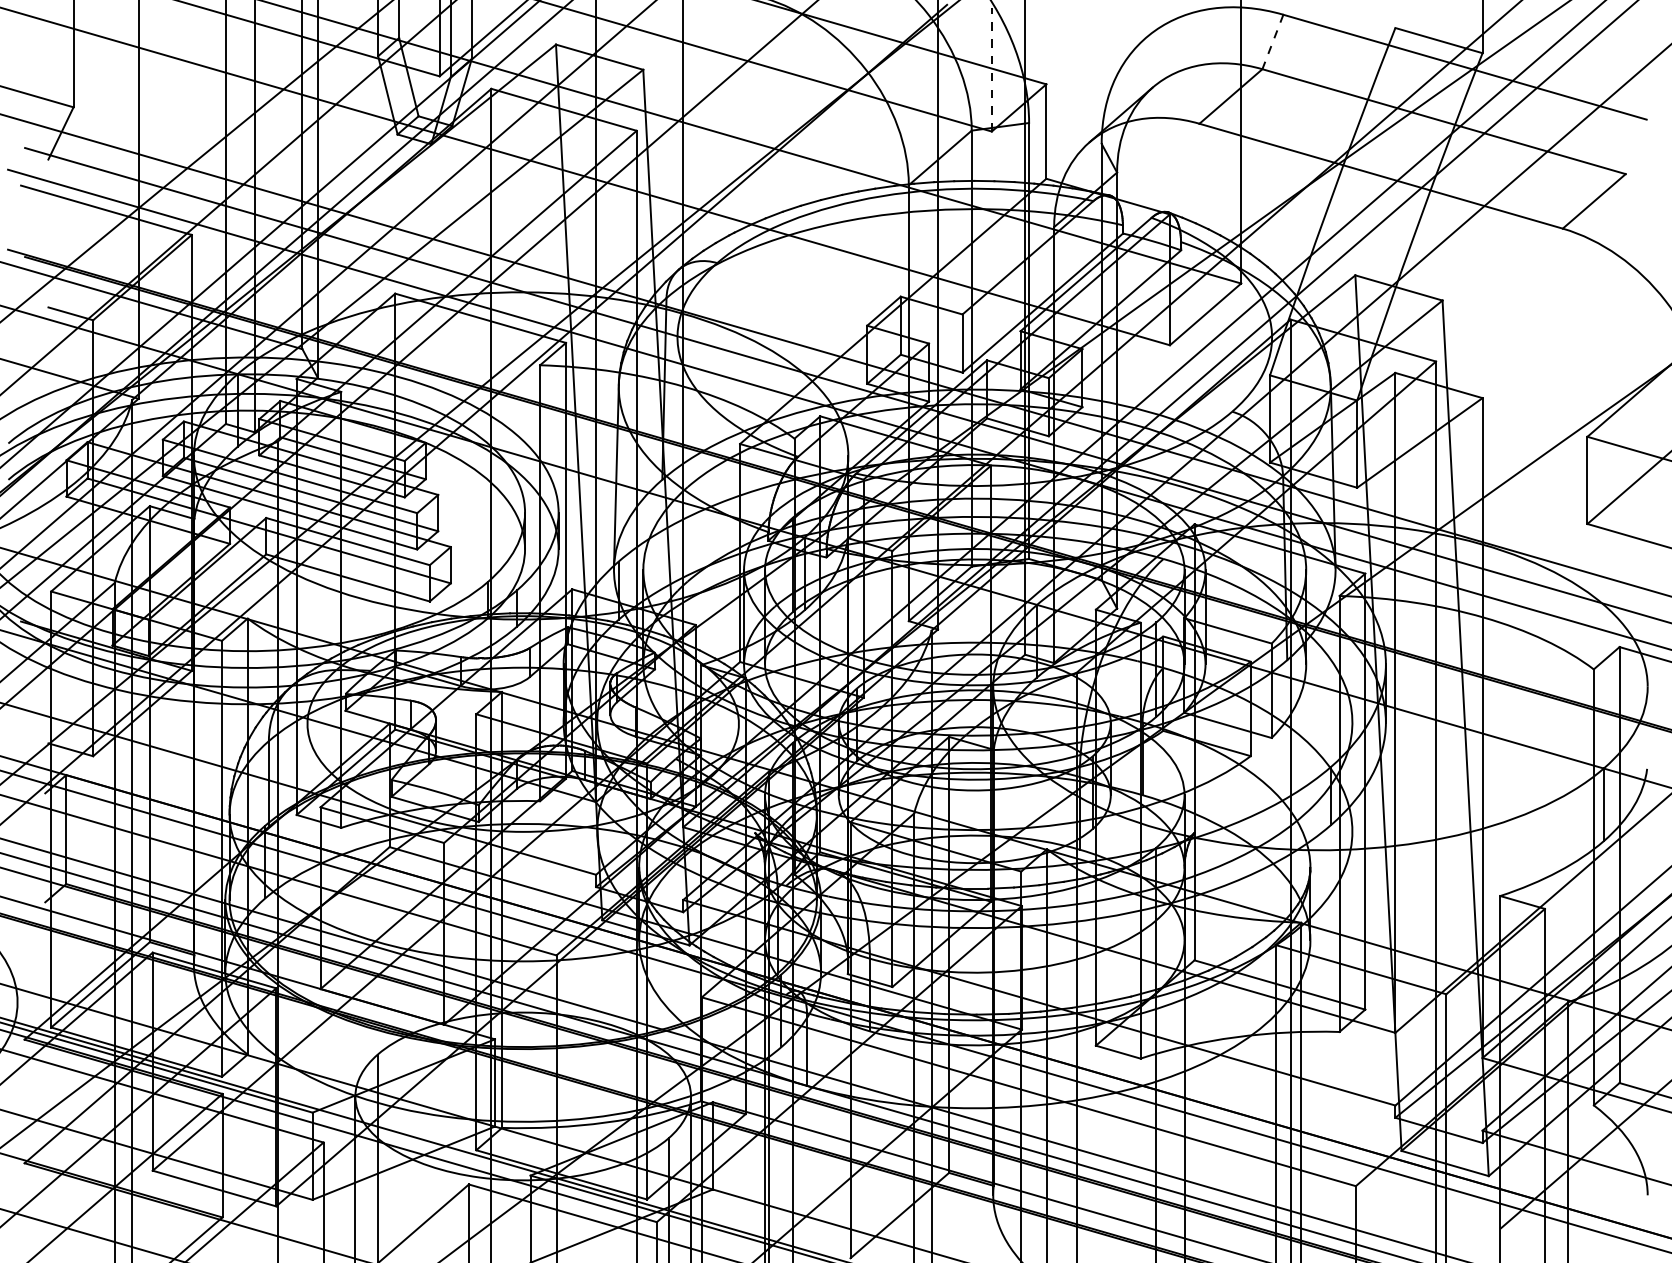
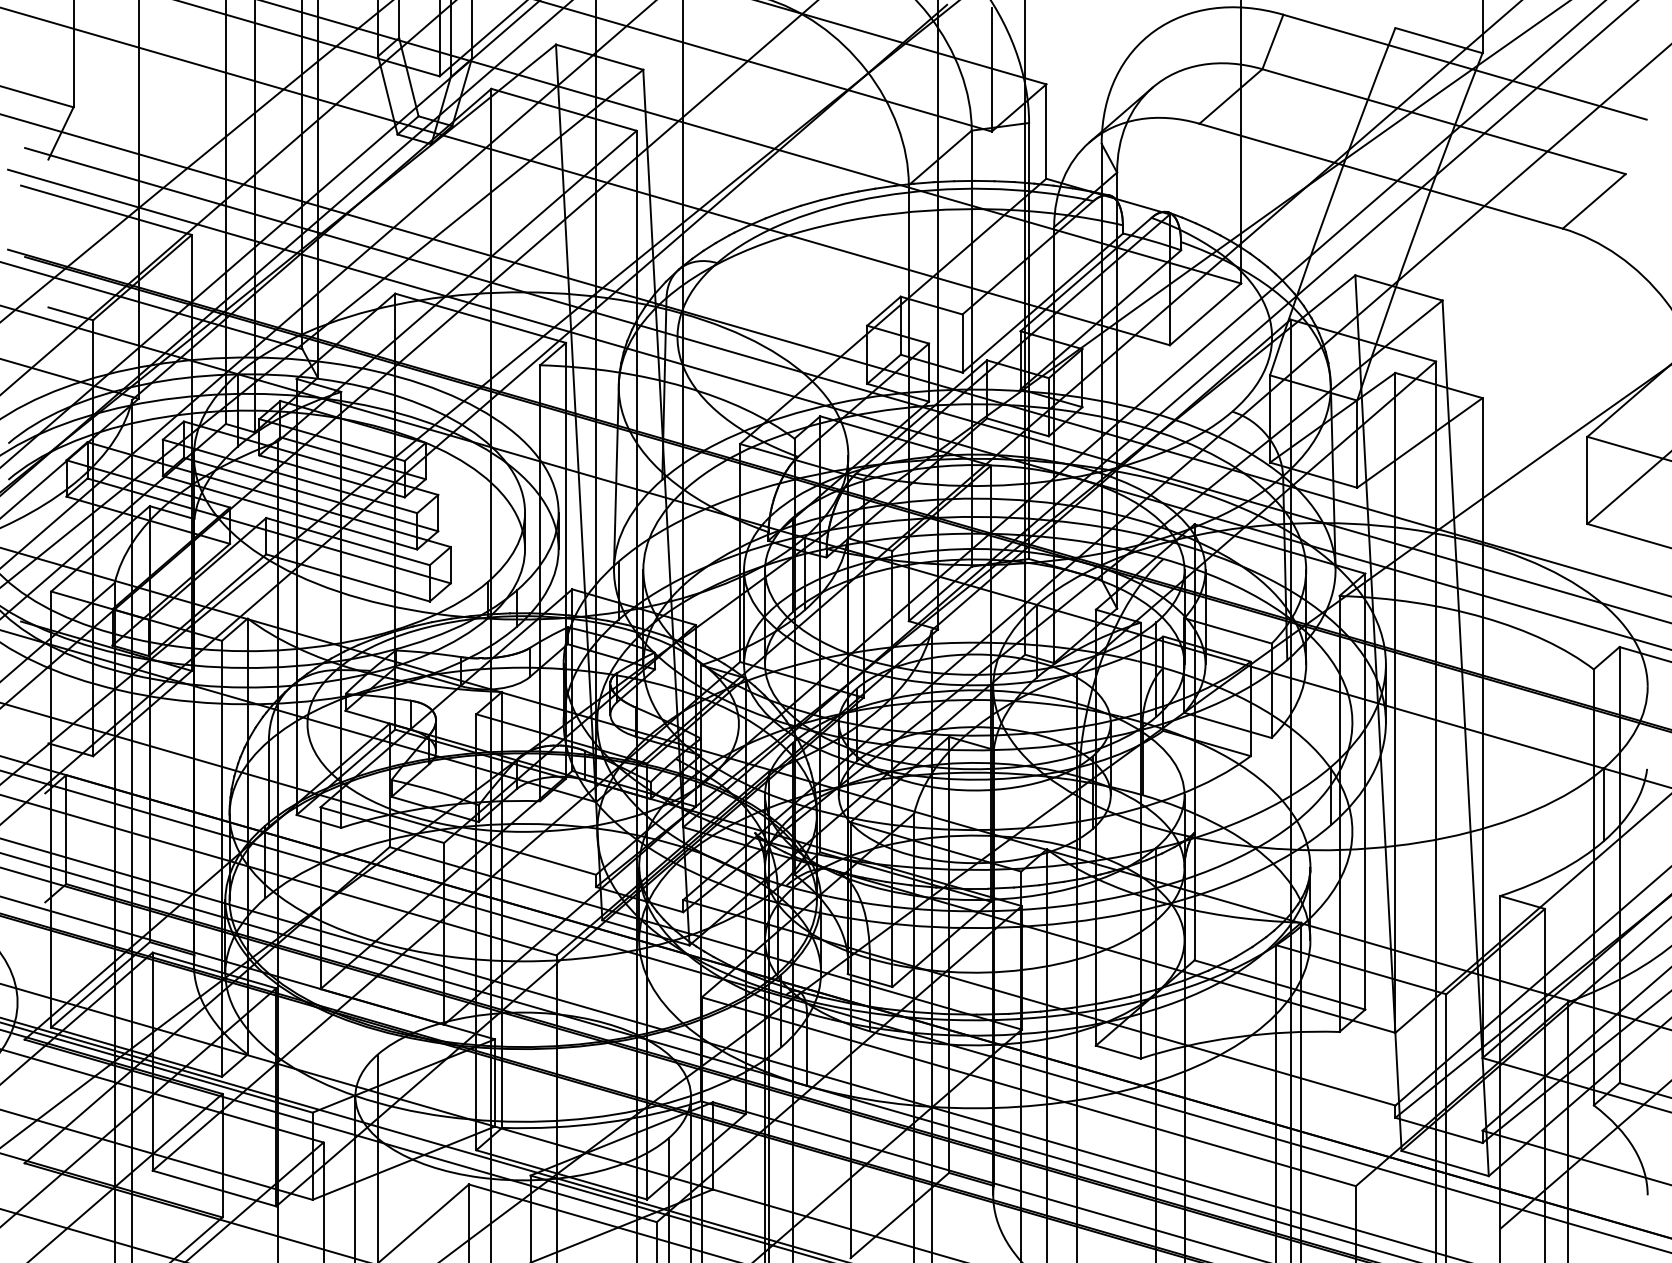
line at (1272, 42): dashed -> solid
line at (991, 69): dashed -> solid
